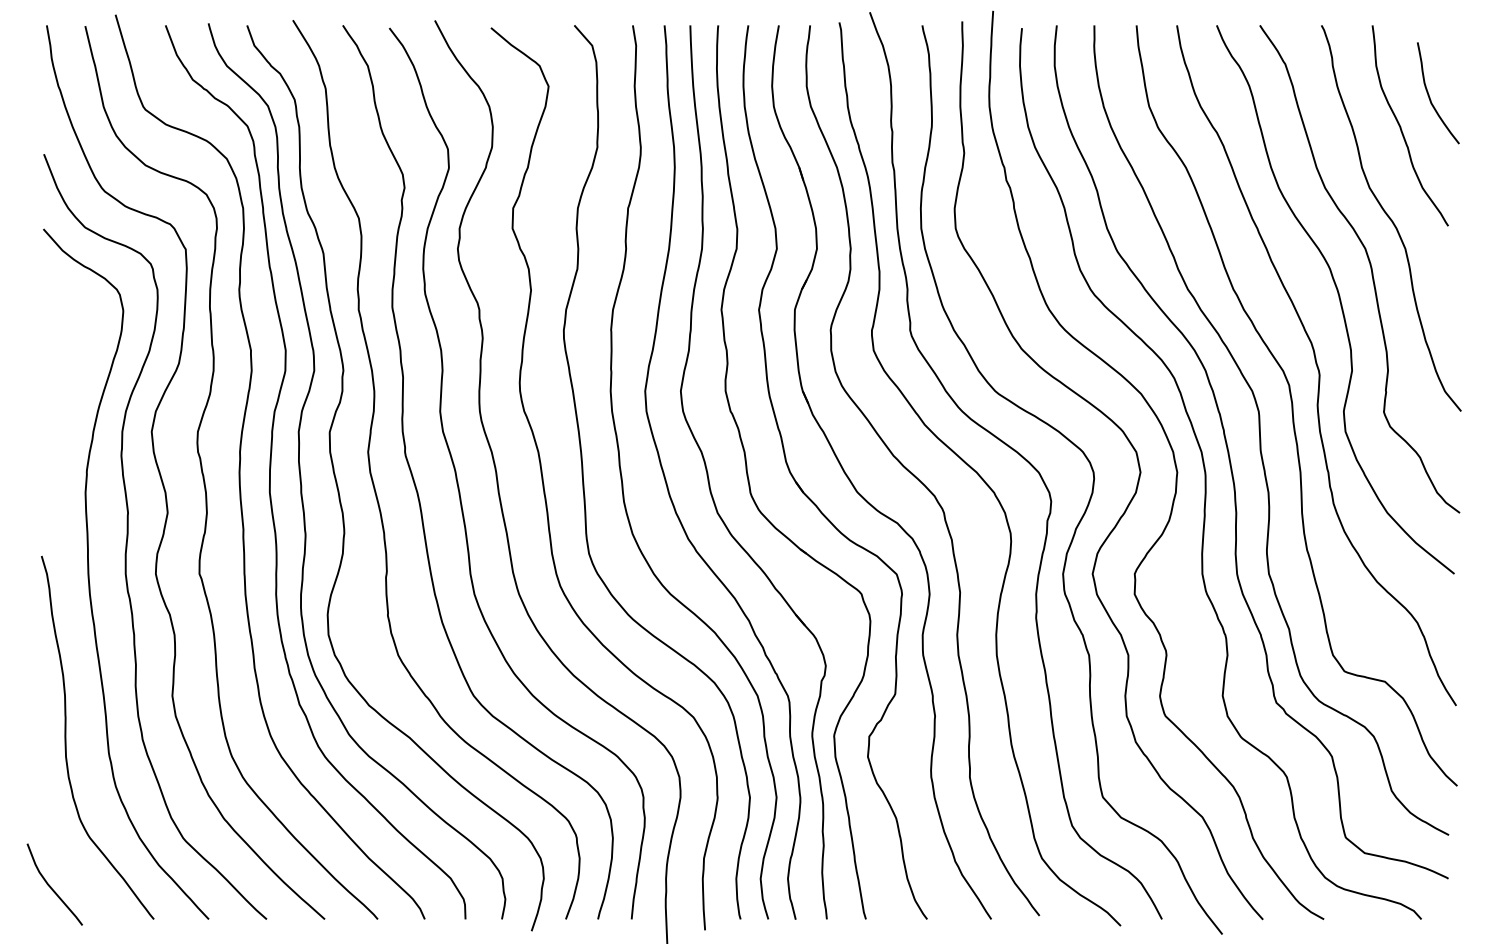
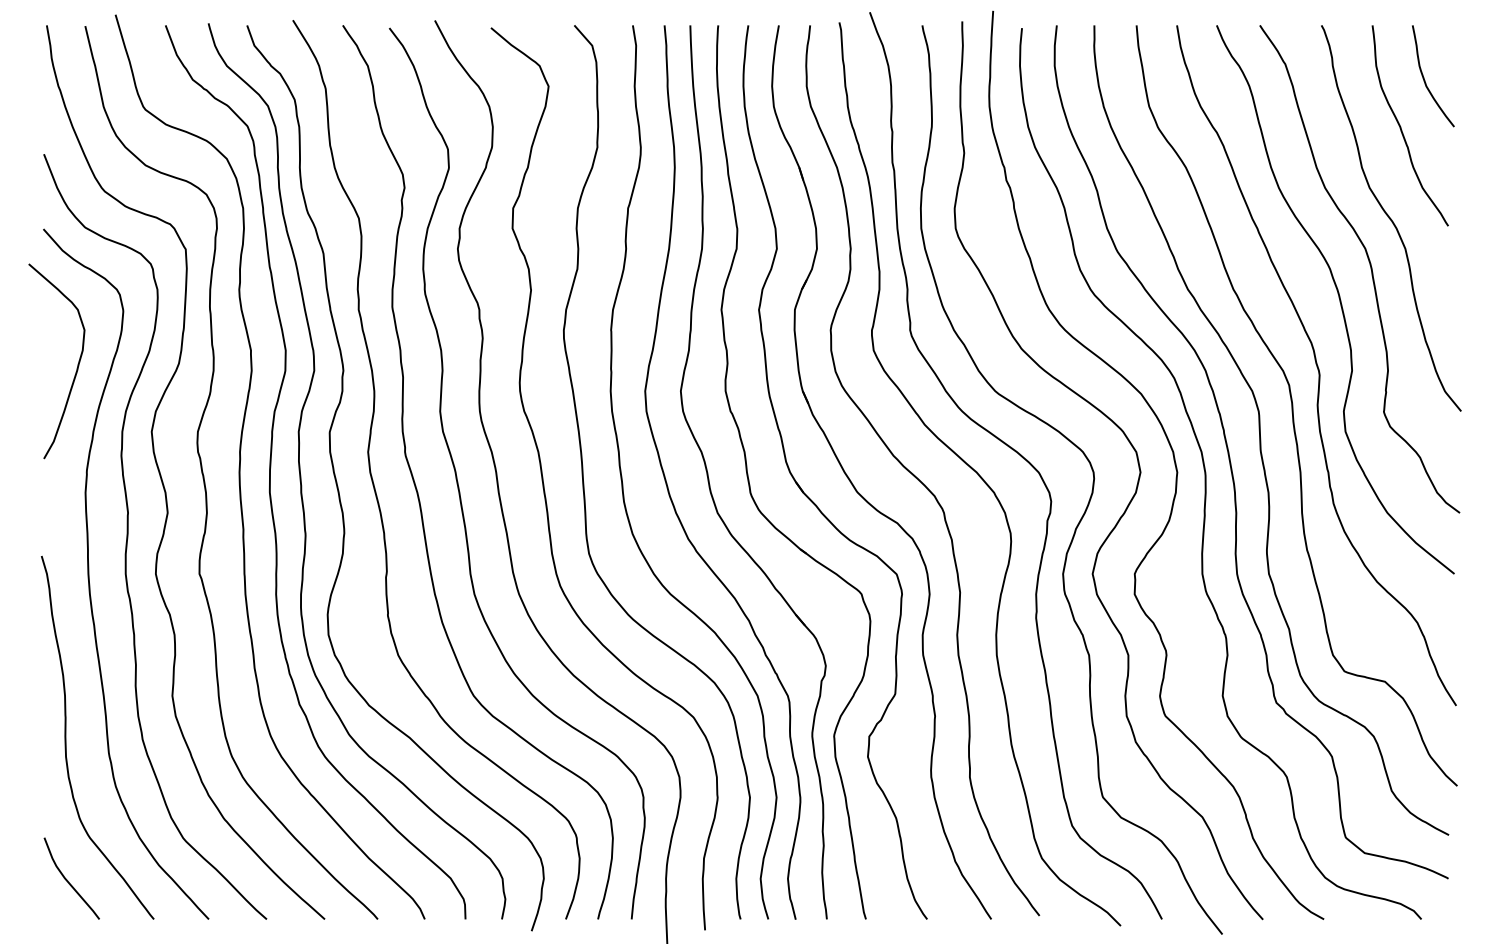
curve at (1430, 97) position: (1430, 97) -> (1425, 80)
curve at (76, 368): none -> present
curve at (51, 886) position: (51, 886) -> (68, 880)
